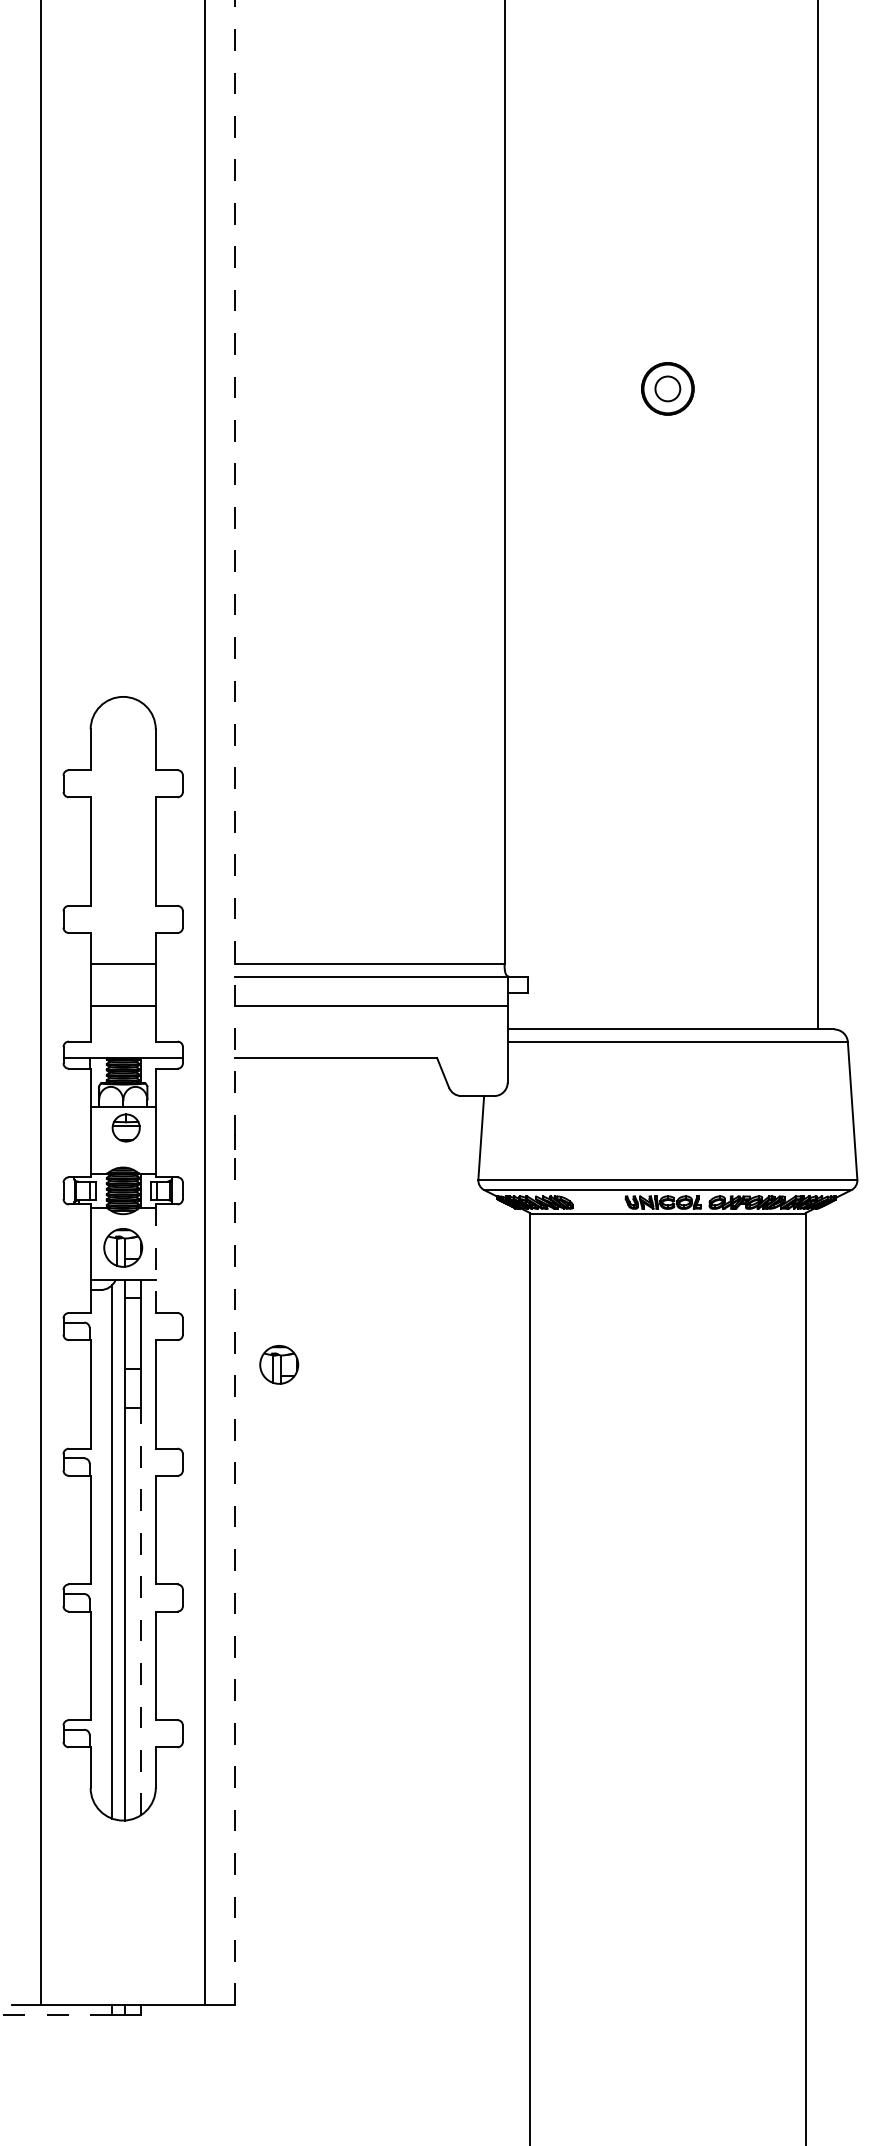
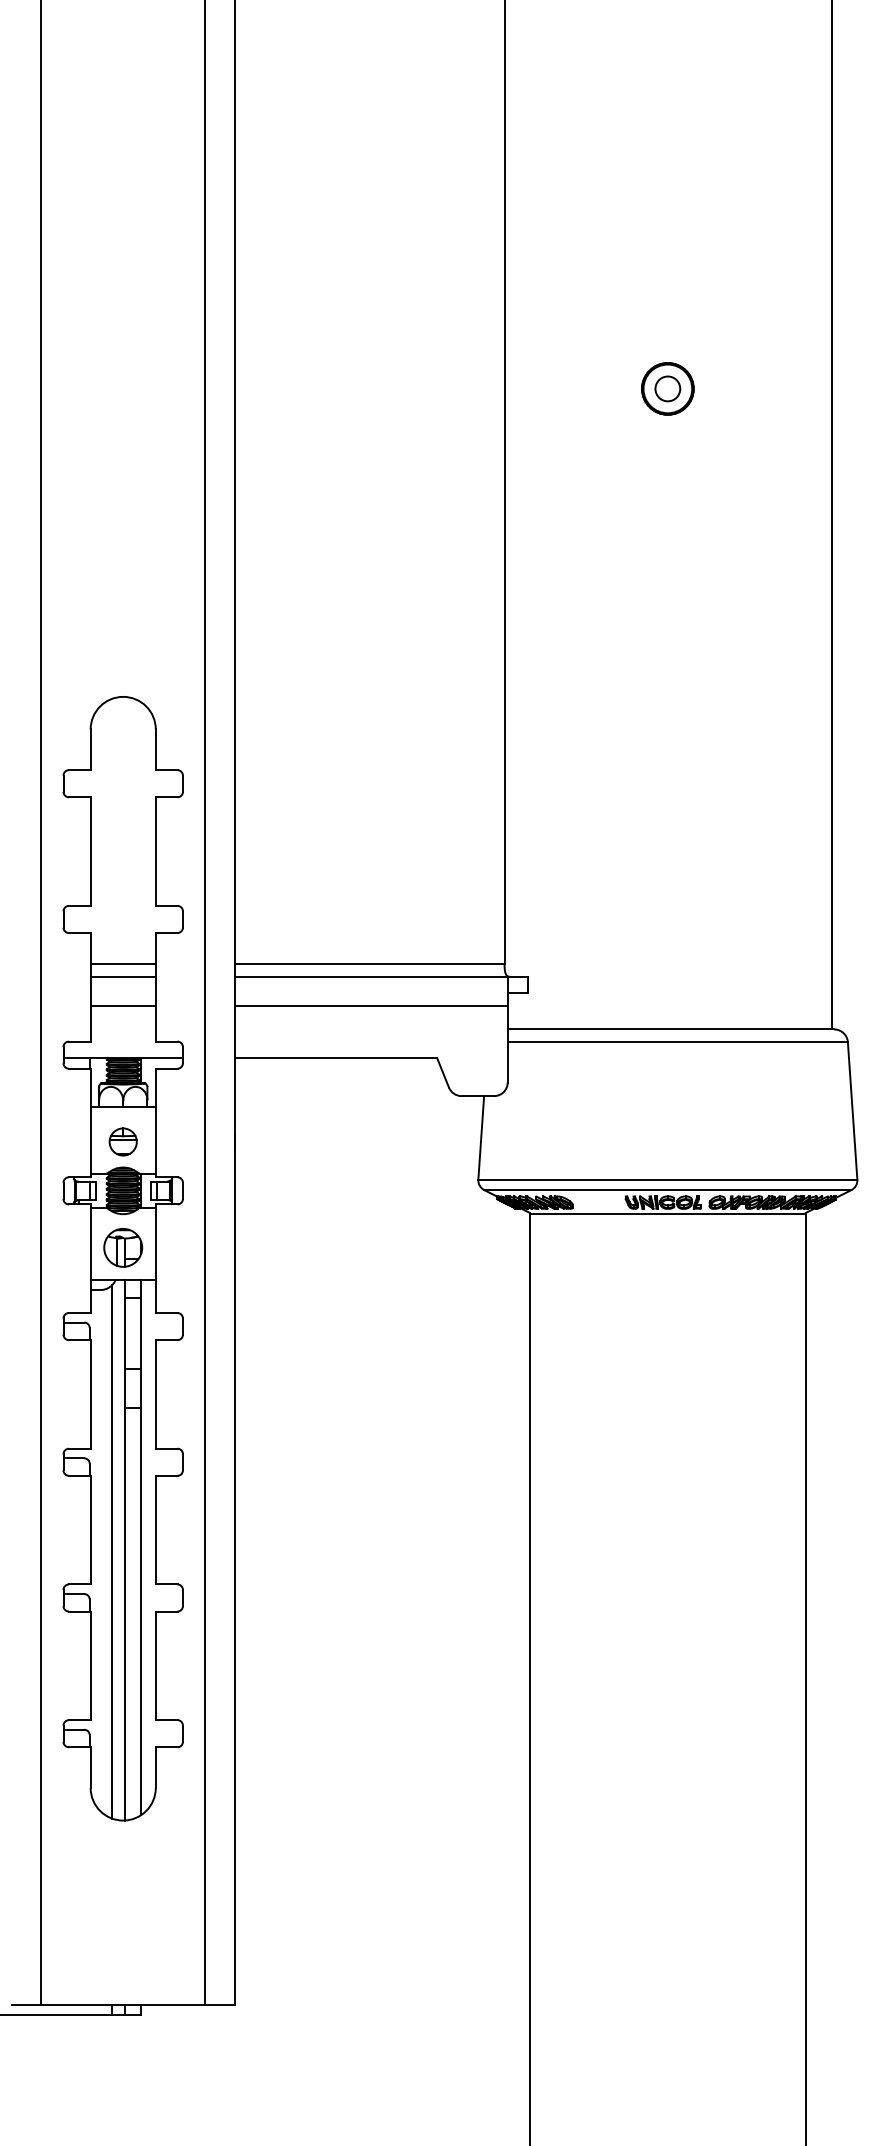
line at (817, 515) position: (817, 515) -> (831, 515)
line at (122, 976): none -> present
line at (234, 1002): dashed -> solid
part at (125, 1127) position: (125, 1127) -> (122, 1141)
line at (155, 1258): dashed -> solid
part at (279, 1364): present -> none
line at (141, 1611): dashed -> solid
line at (56, 2014): dashed -> solid
